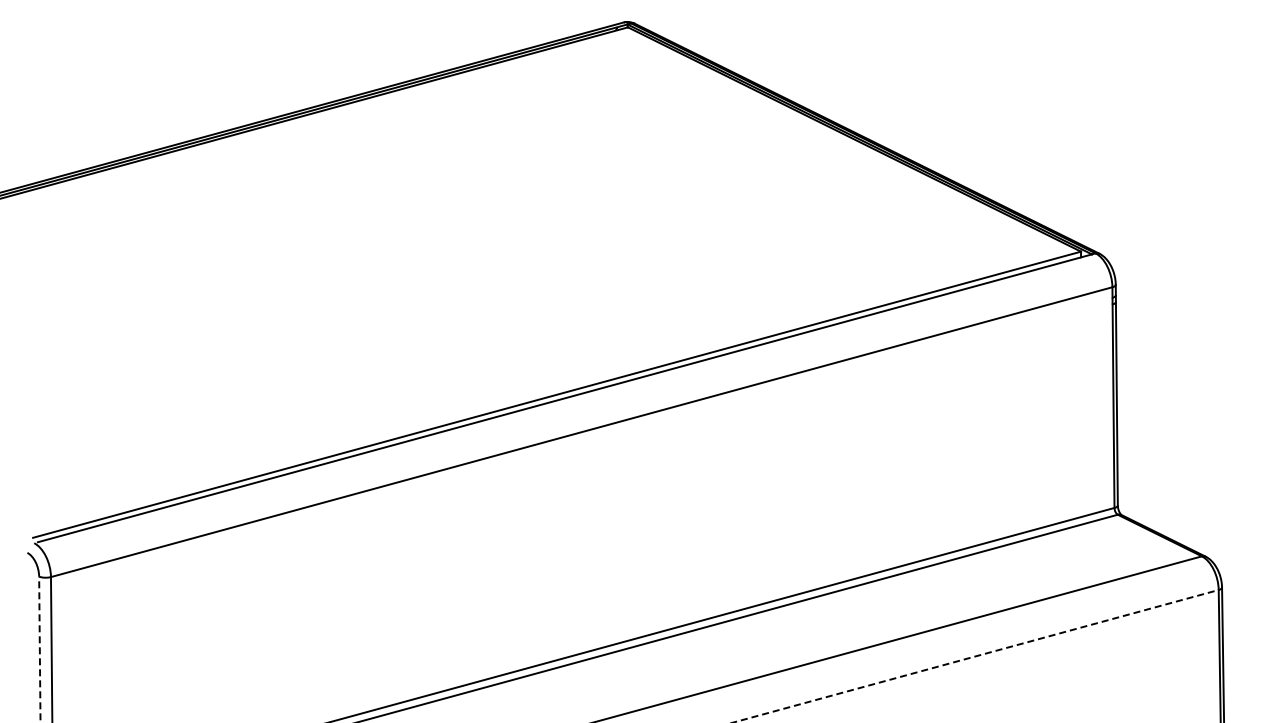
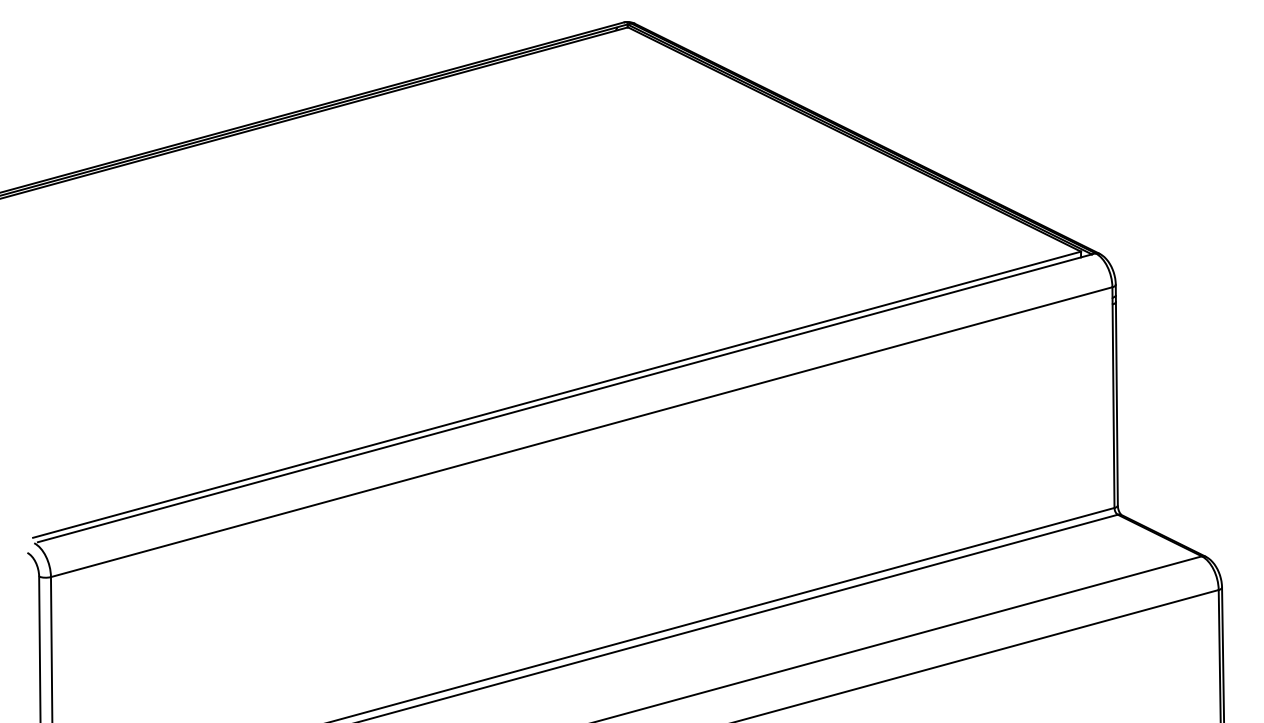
line at (39, 649): dashed -> solid
line at (975, 656): dashed -> solid
